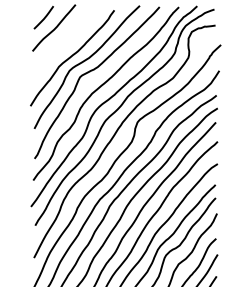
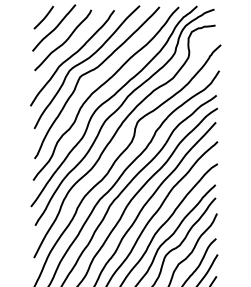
curve at (64, 41): none -> present
